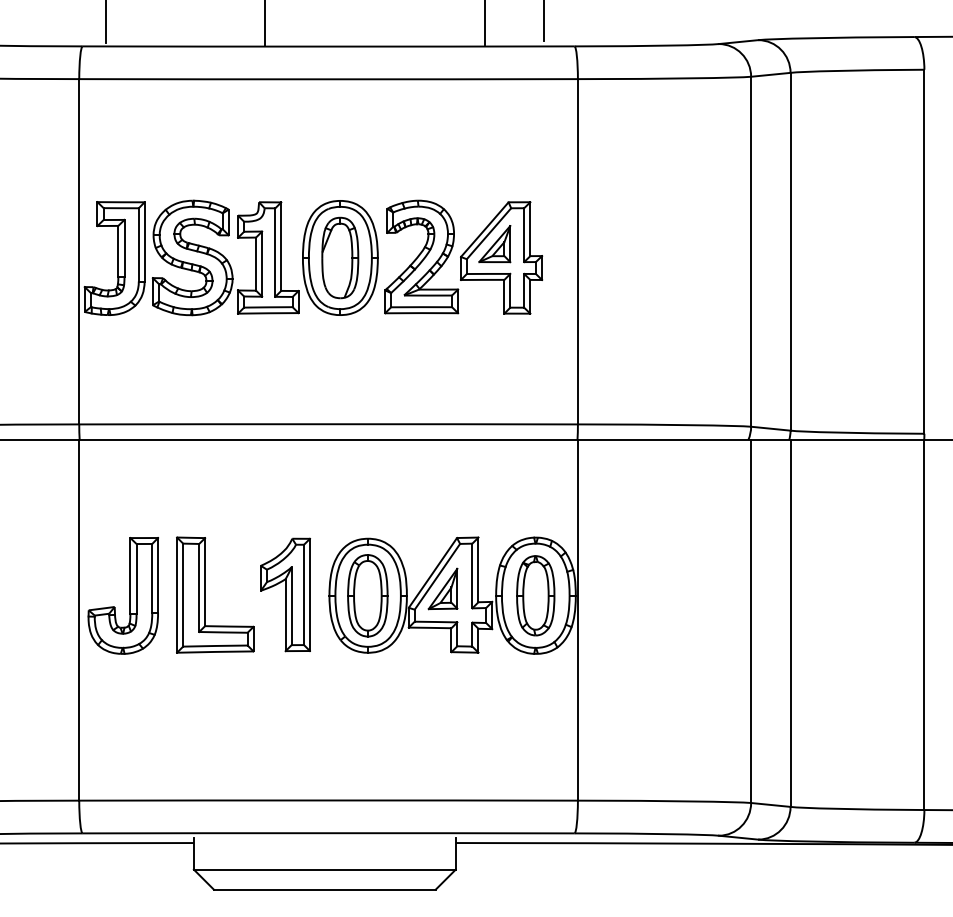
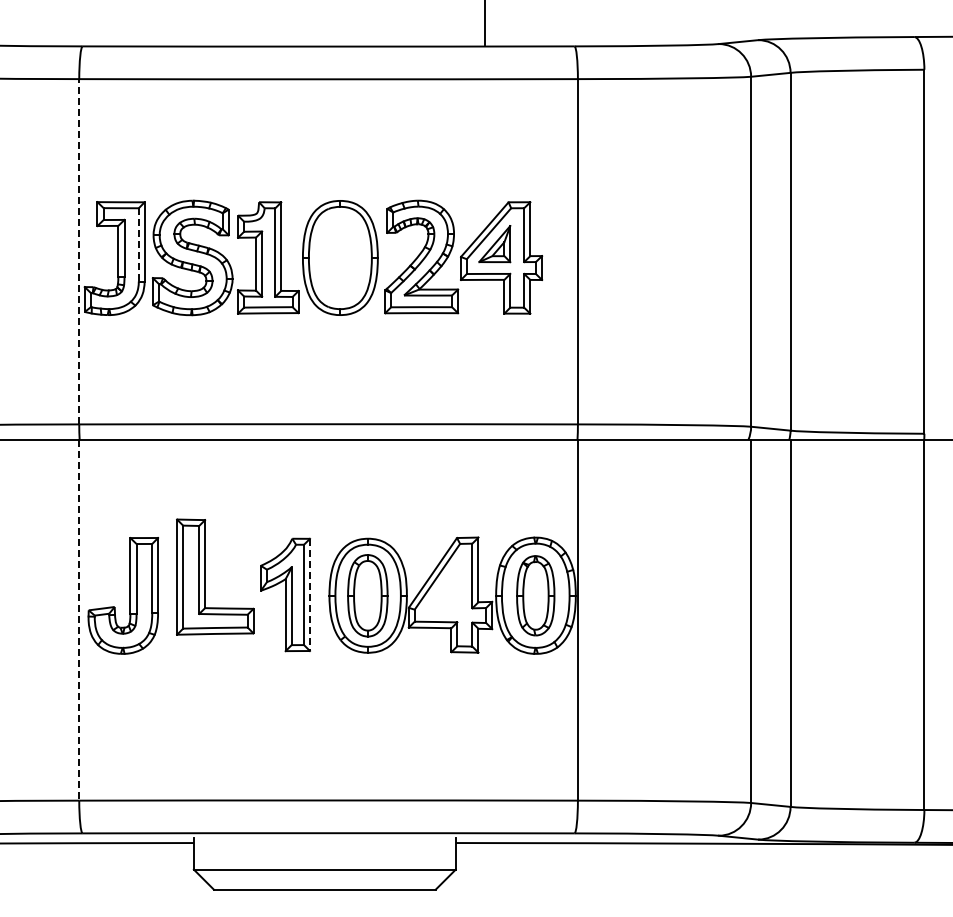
line at (544, 21): present -> none
line at (105, 22): present -> none
line at (265, 23): present -> none
line at (138, 244): solid -> dashed
line at (79, 251): solid -> dashed
part at (340, 257): present -> none
part at (442, 588): present -> none
part at (205, 594) position: (205, 594) -> (205, 576)
line at (309, 595): solid -> dashed
line at (79, 620): solid -> dashed
